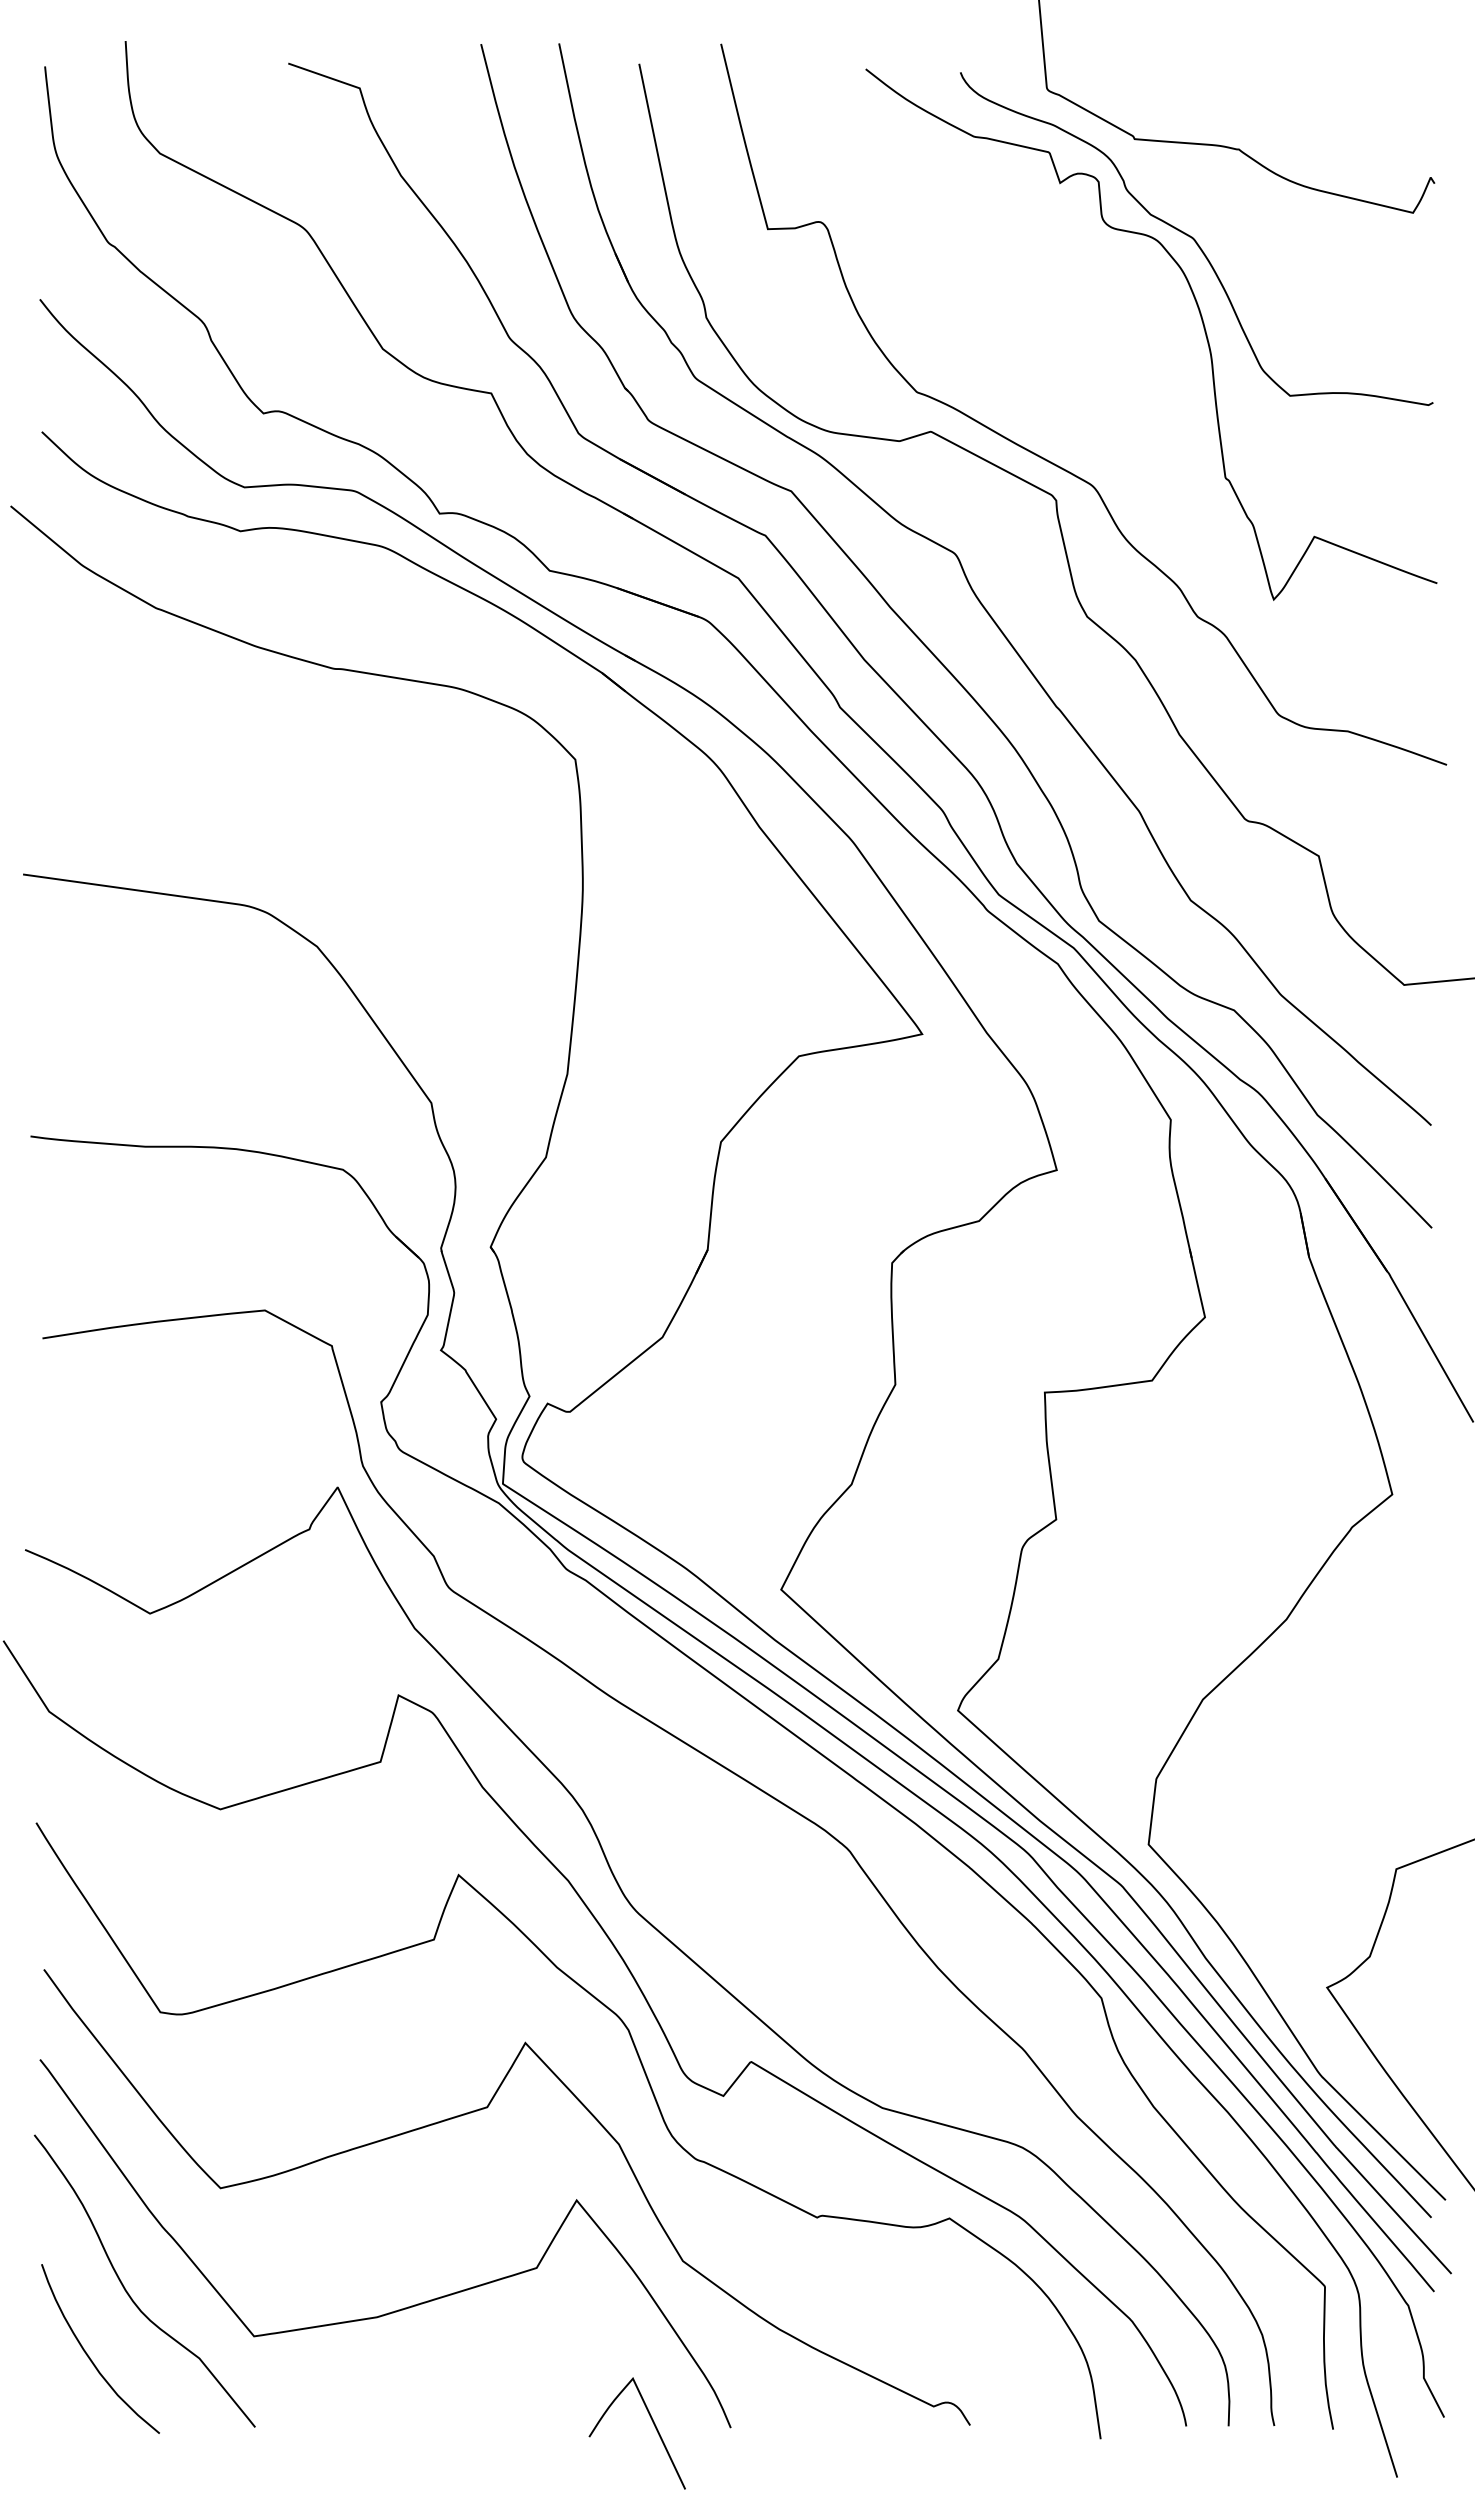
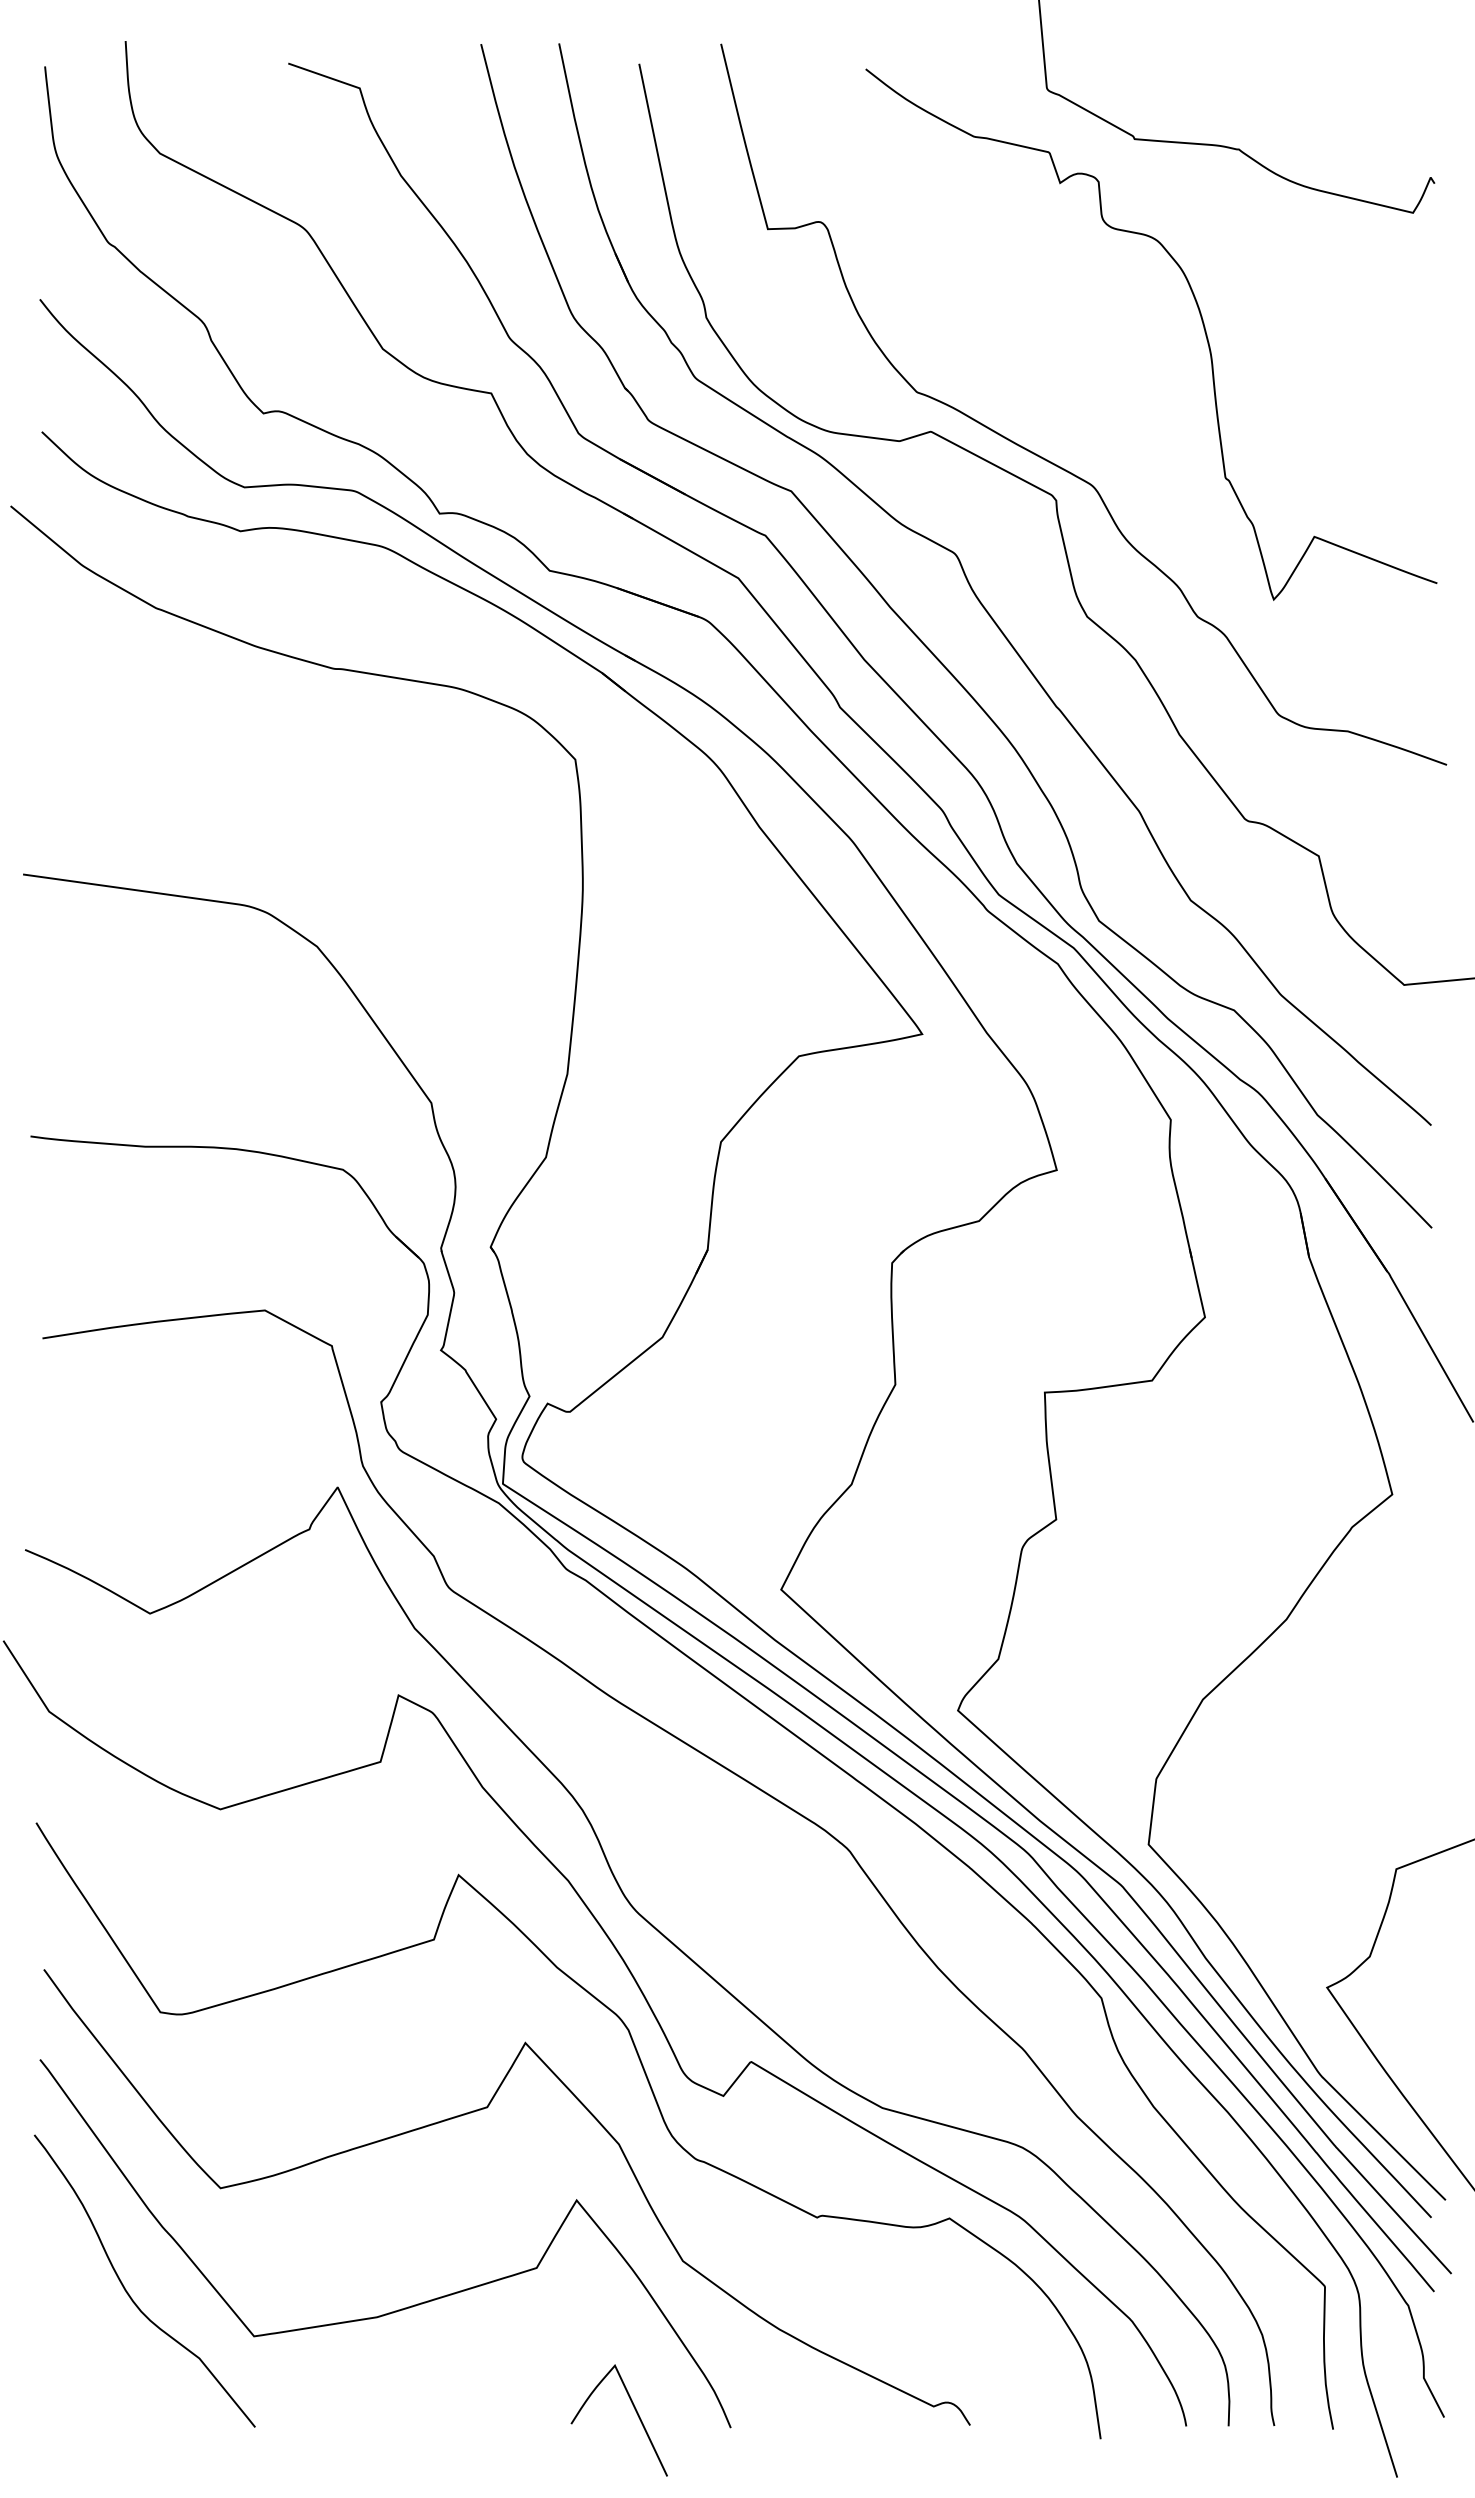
curve at (1195, 239): present -> none
curve at (88, 2354): present -> none
curve at (653, 2424) position: (653, 2424) -> (635, 2411)
